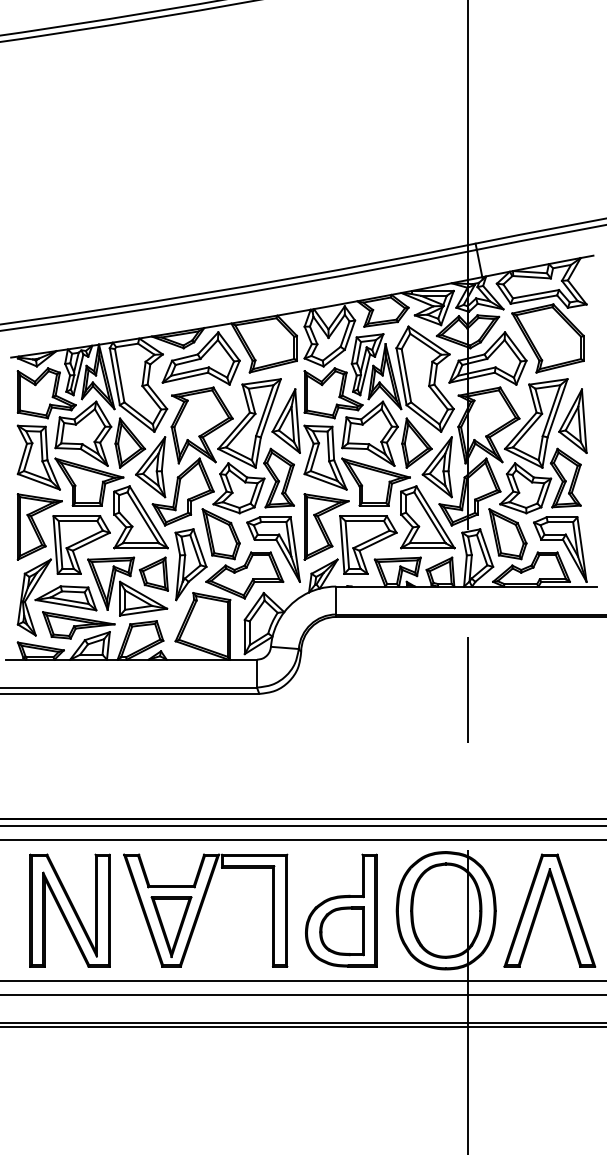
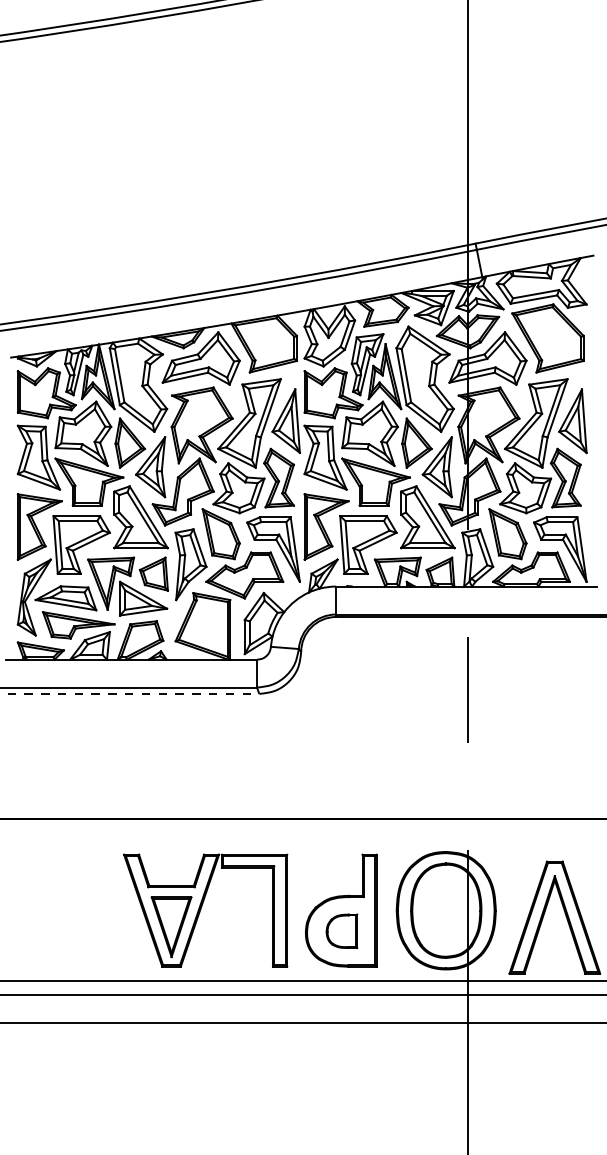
line at (130, 693): solid -> dashed
line at (302, 826): present -> none
line at (302, 840): present -> none
part at (539, 908) position: (539, 908) -> (544, 915)
part at (69, 910): present -> none
part at (341, 931) size: 46x51 px -> 34x37 px
line at (302, 1027): present -> none
